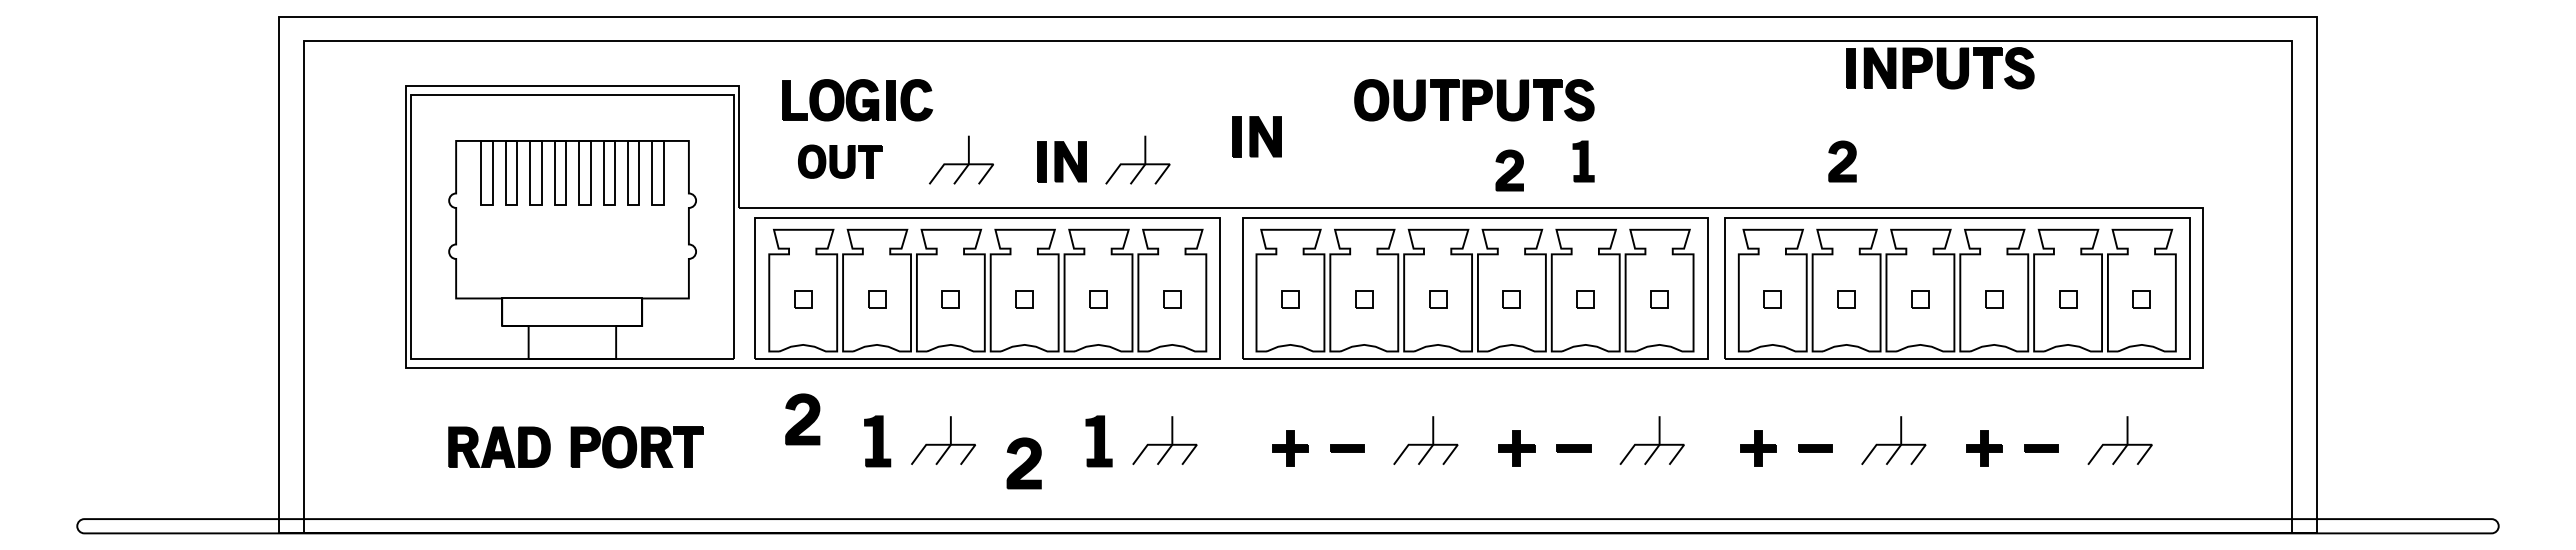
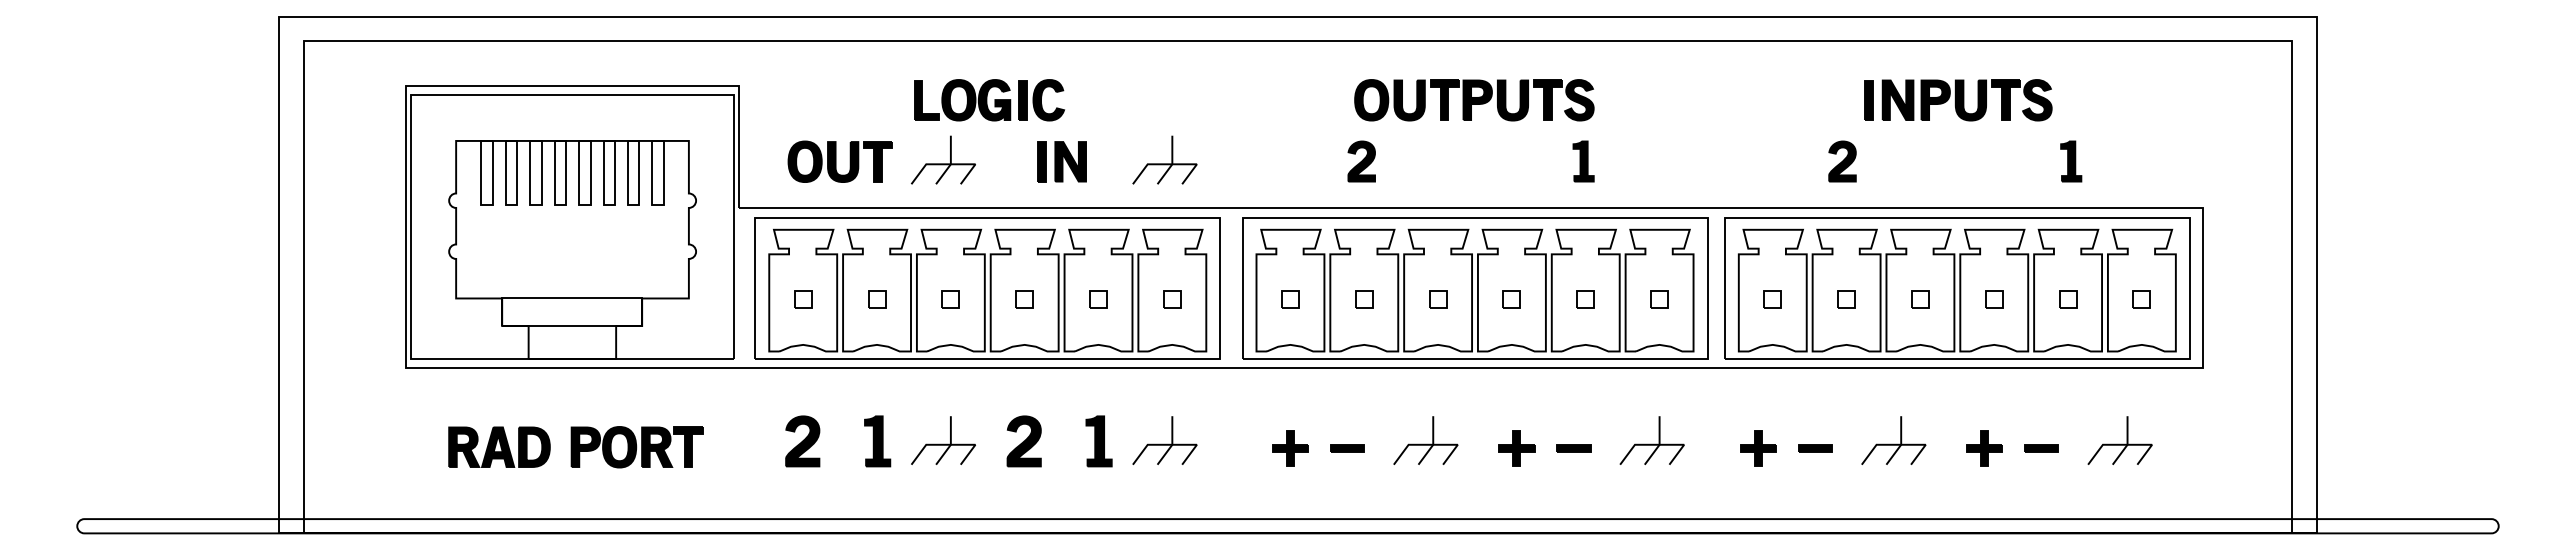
part at (1940, 68) position: (1940, 68) -> (1958, 100)
part at (857, 100) position: (857, 100) -> (989, 100)
part at (1256, 136): present -> none
part at (961, 159) position: (961, 159) -> (943, 159)
part at (1137, 159) position: (1137, 159) -> (1164, 159)
part at (840, 161) size: 85x35 px -> 106x43 px
part at (2071, 161): none -> present
part at (1509, 170) position: (1509, 170) -> (1361, 161)
part at (802, 419) position: (802, 419) -> (802, 441)
part at (1023, 463) position: (1023, 463) -> (1023, 441)
